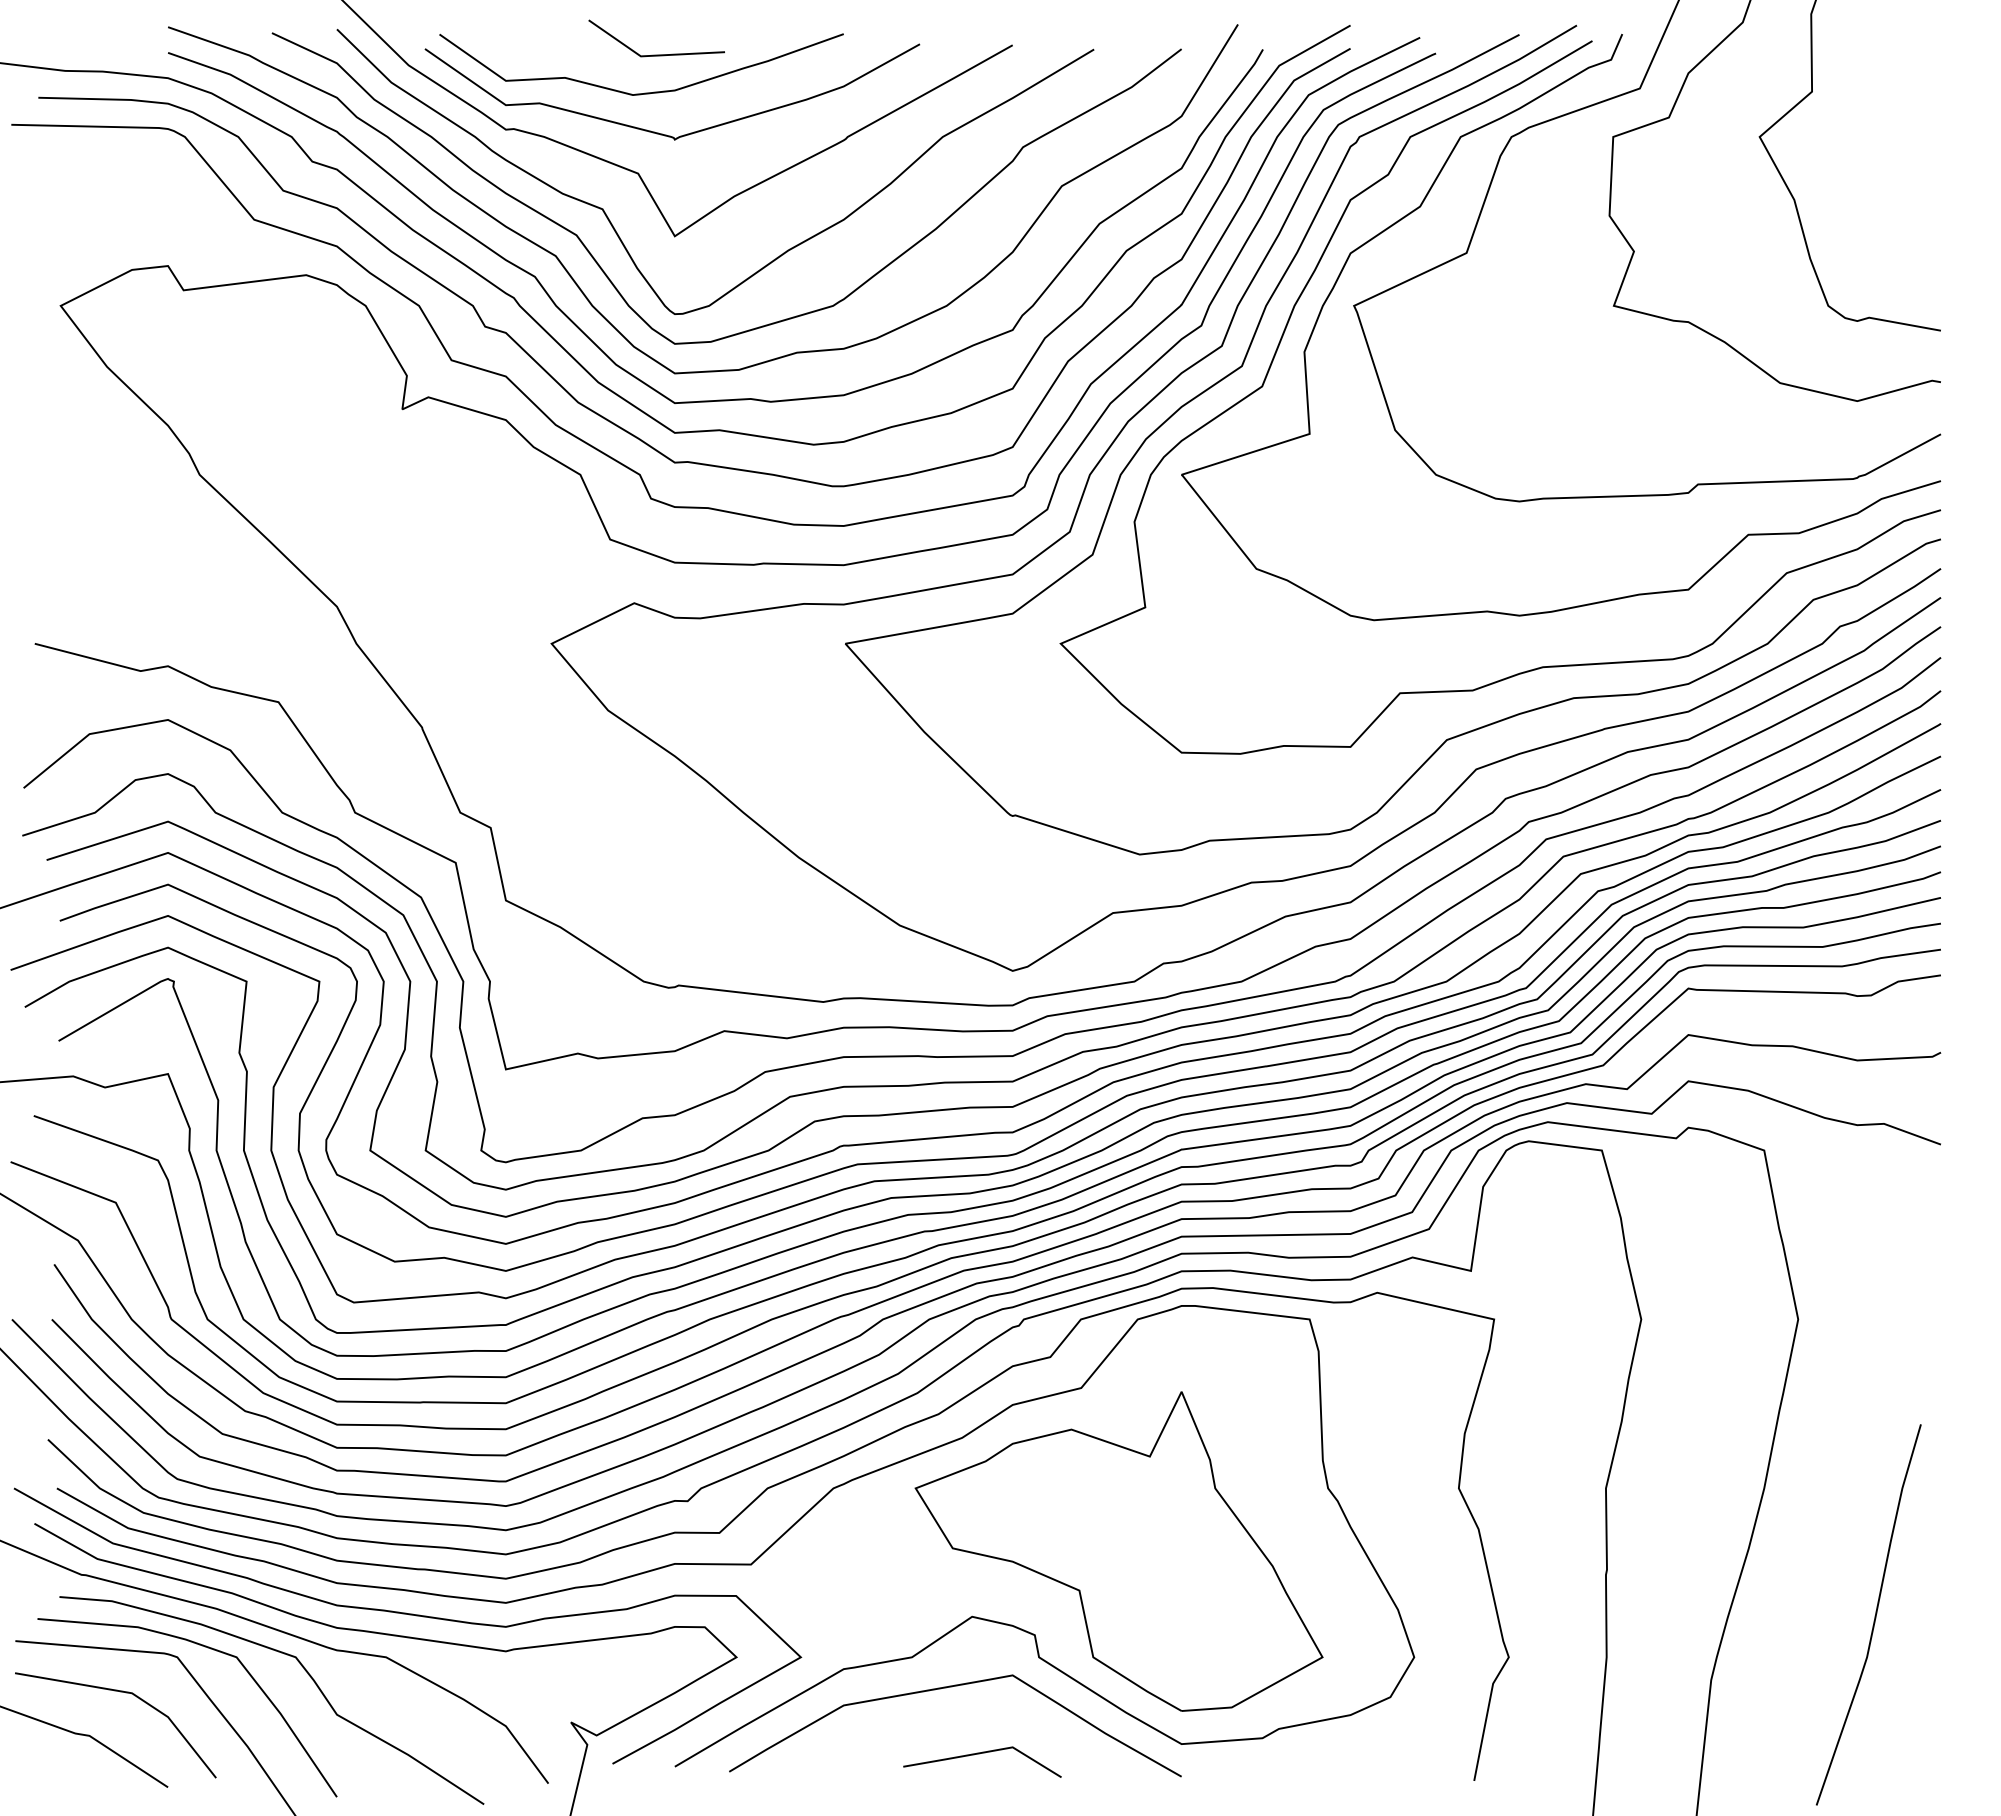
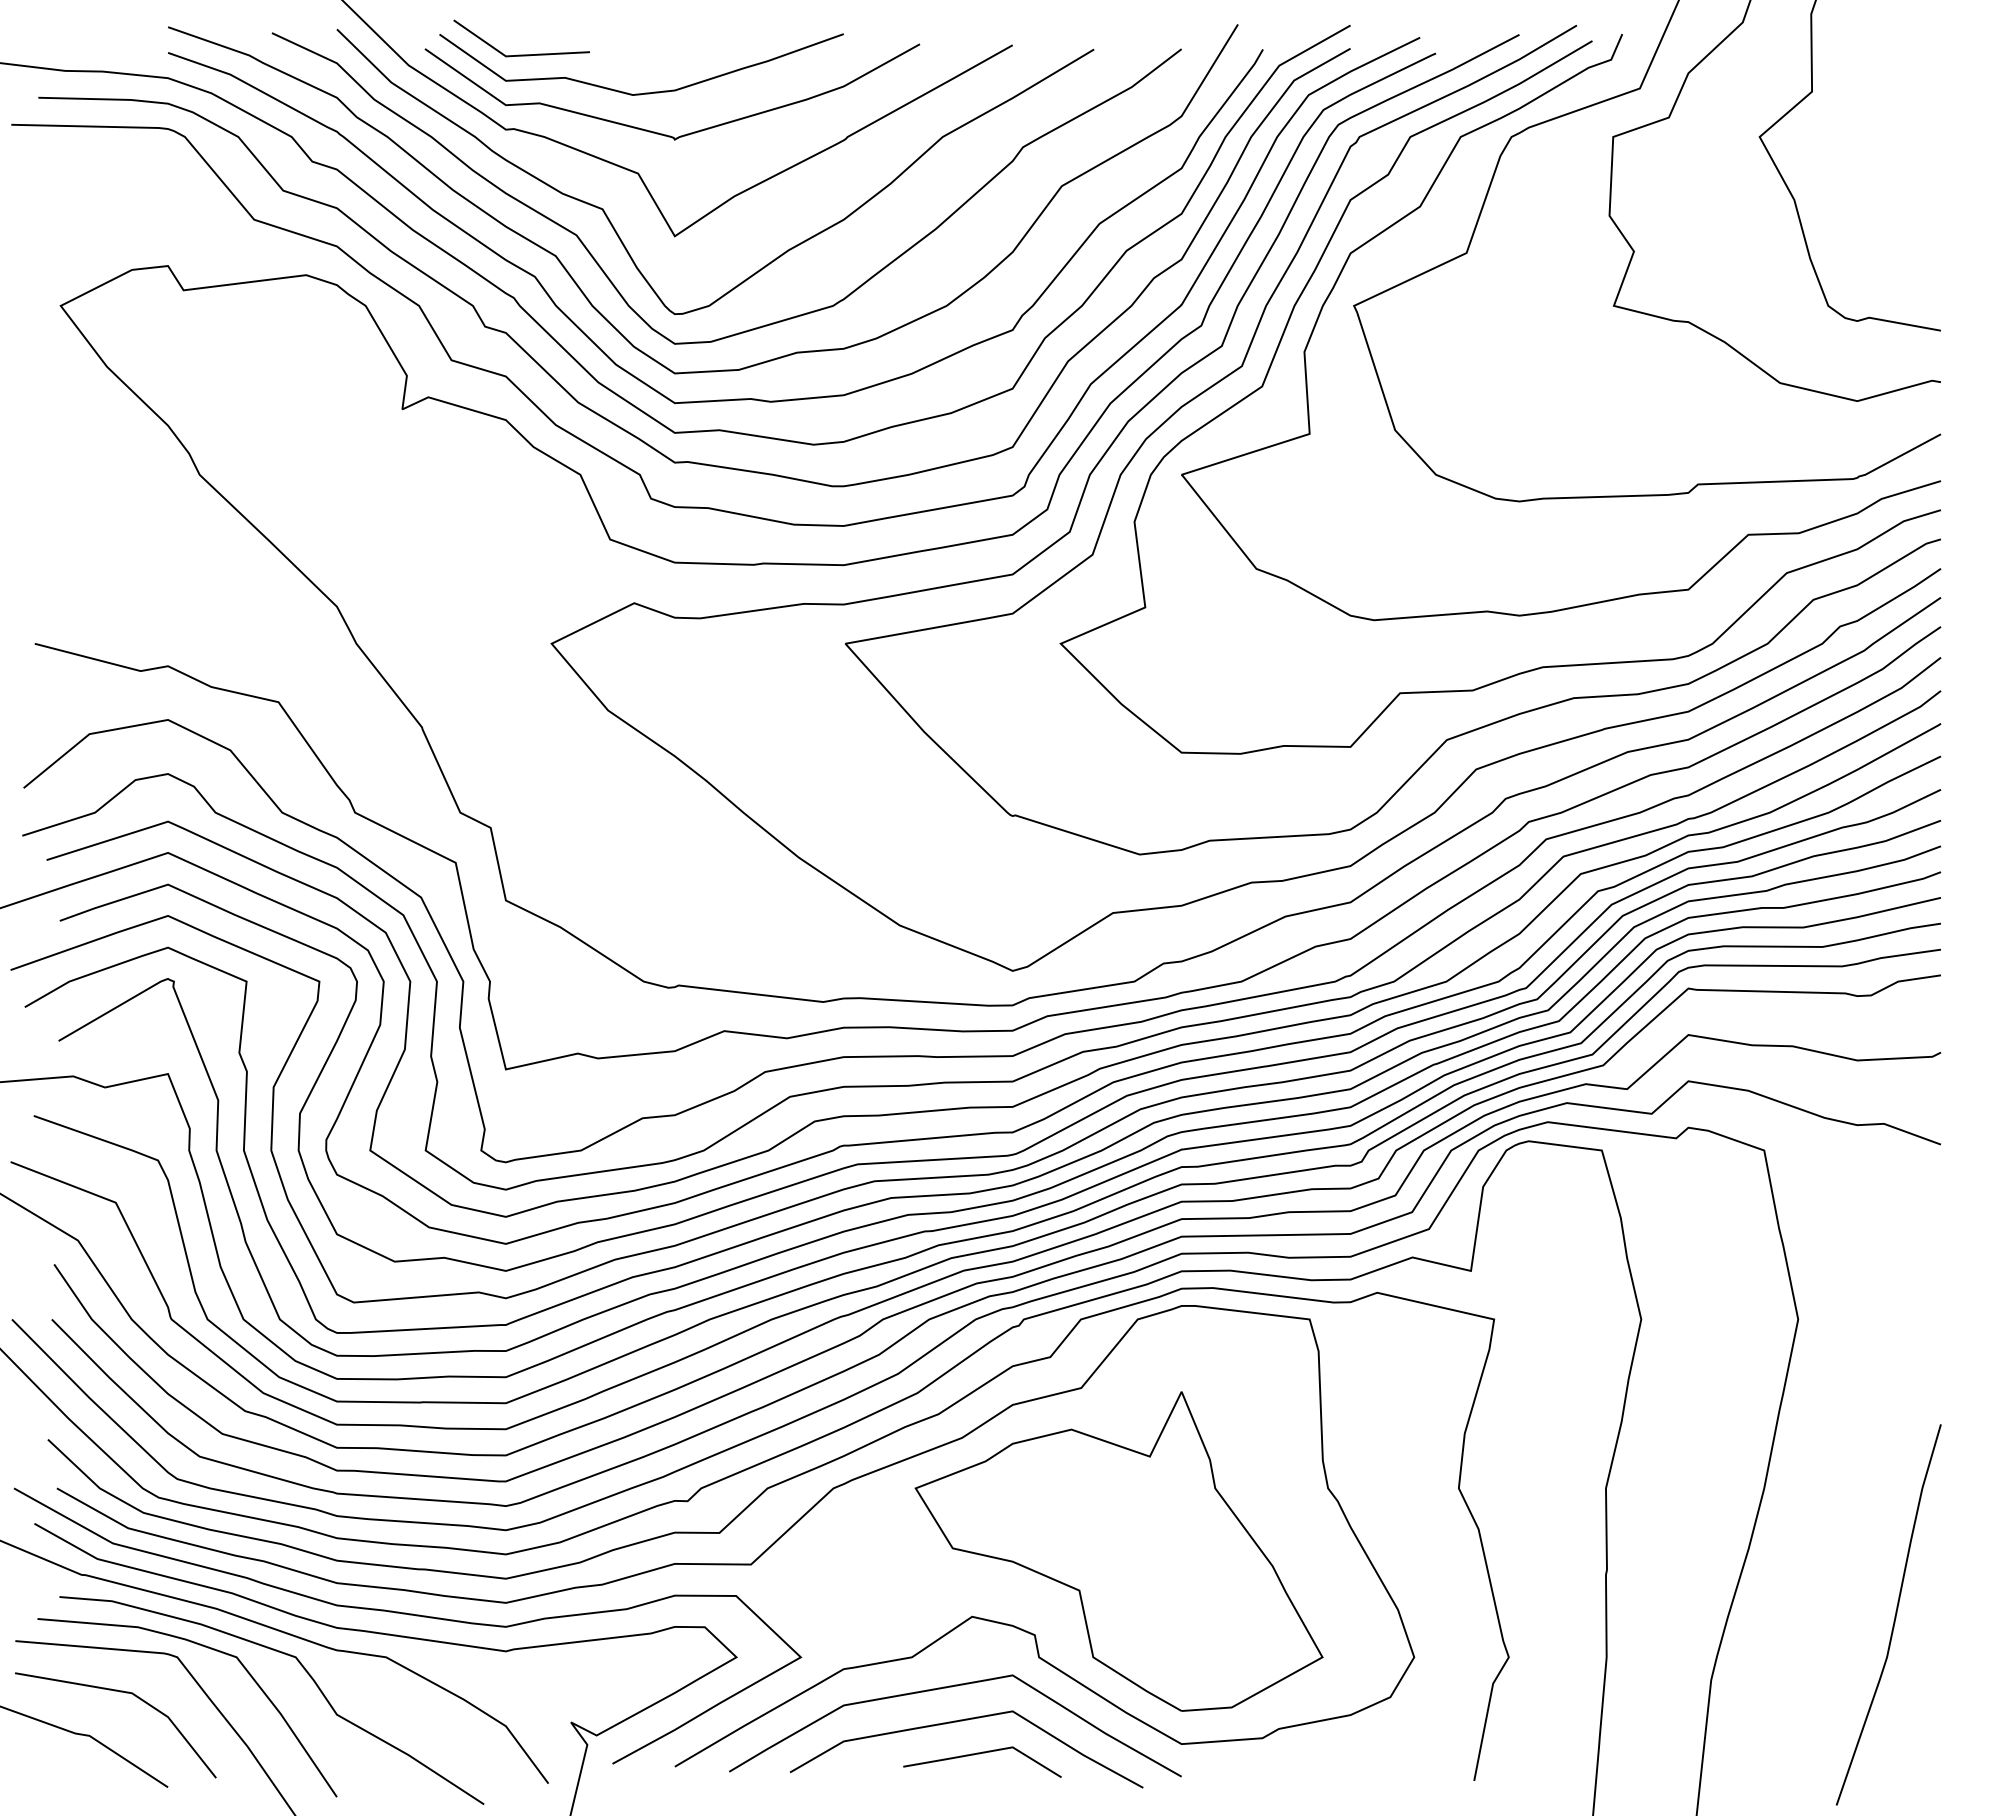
line at (656, 54) position: (656, 54) -> (521, 54)
curve at (1874, 1616) position: (1874, 1616) -> (1894, 1616)
curve at (962, 1721): none -> present
